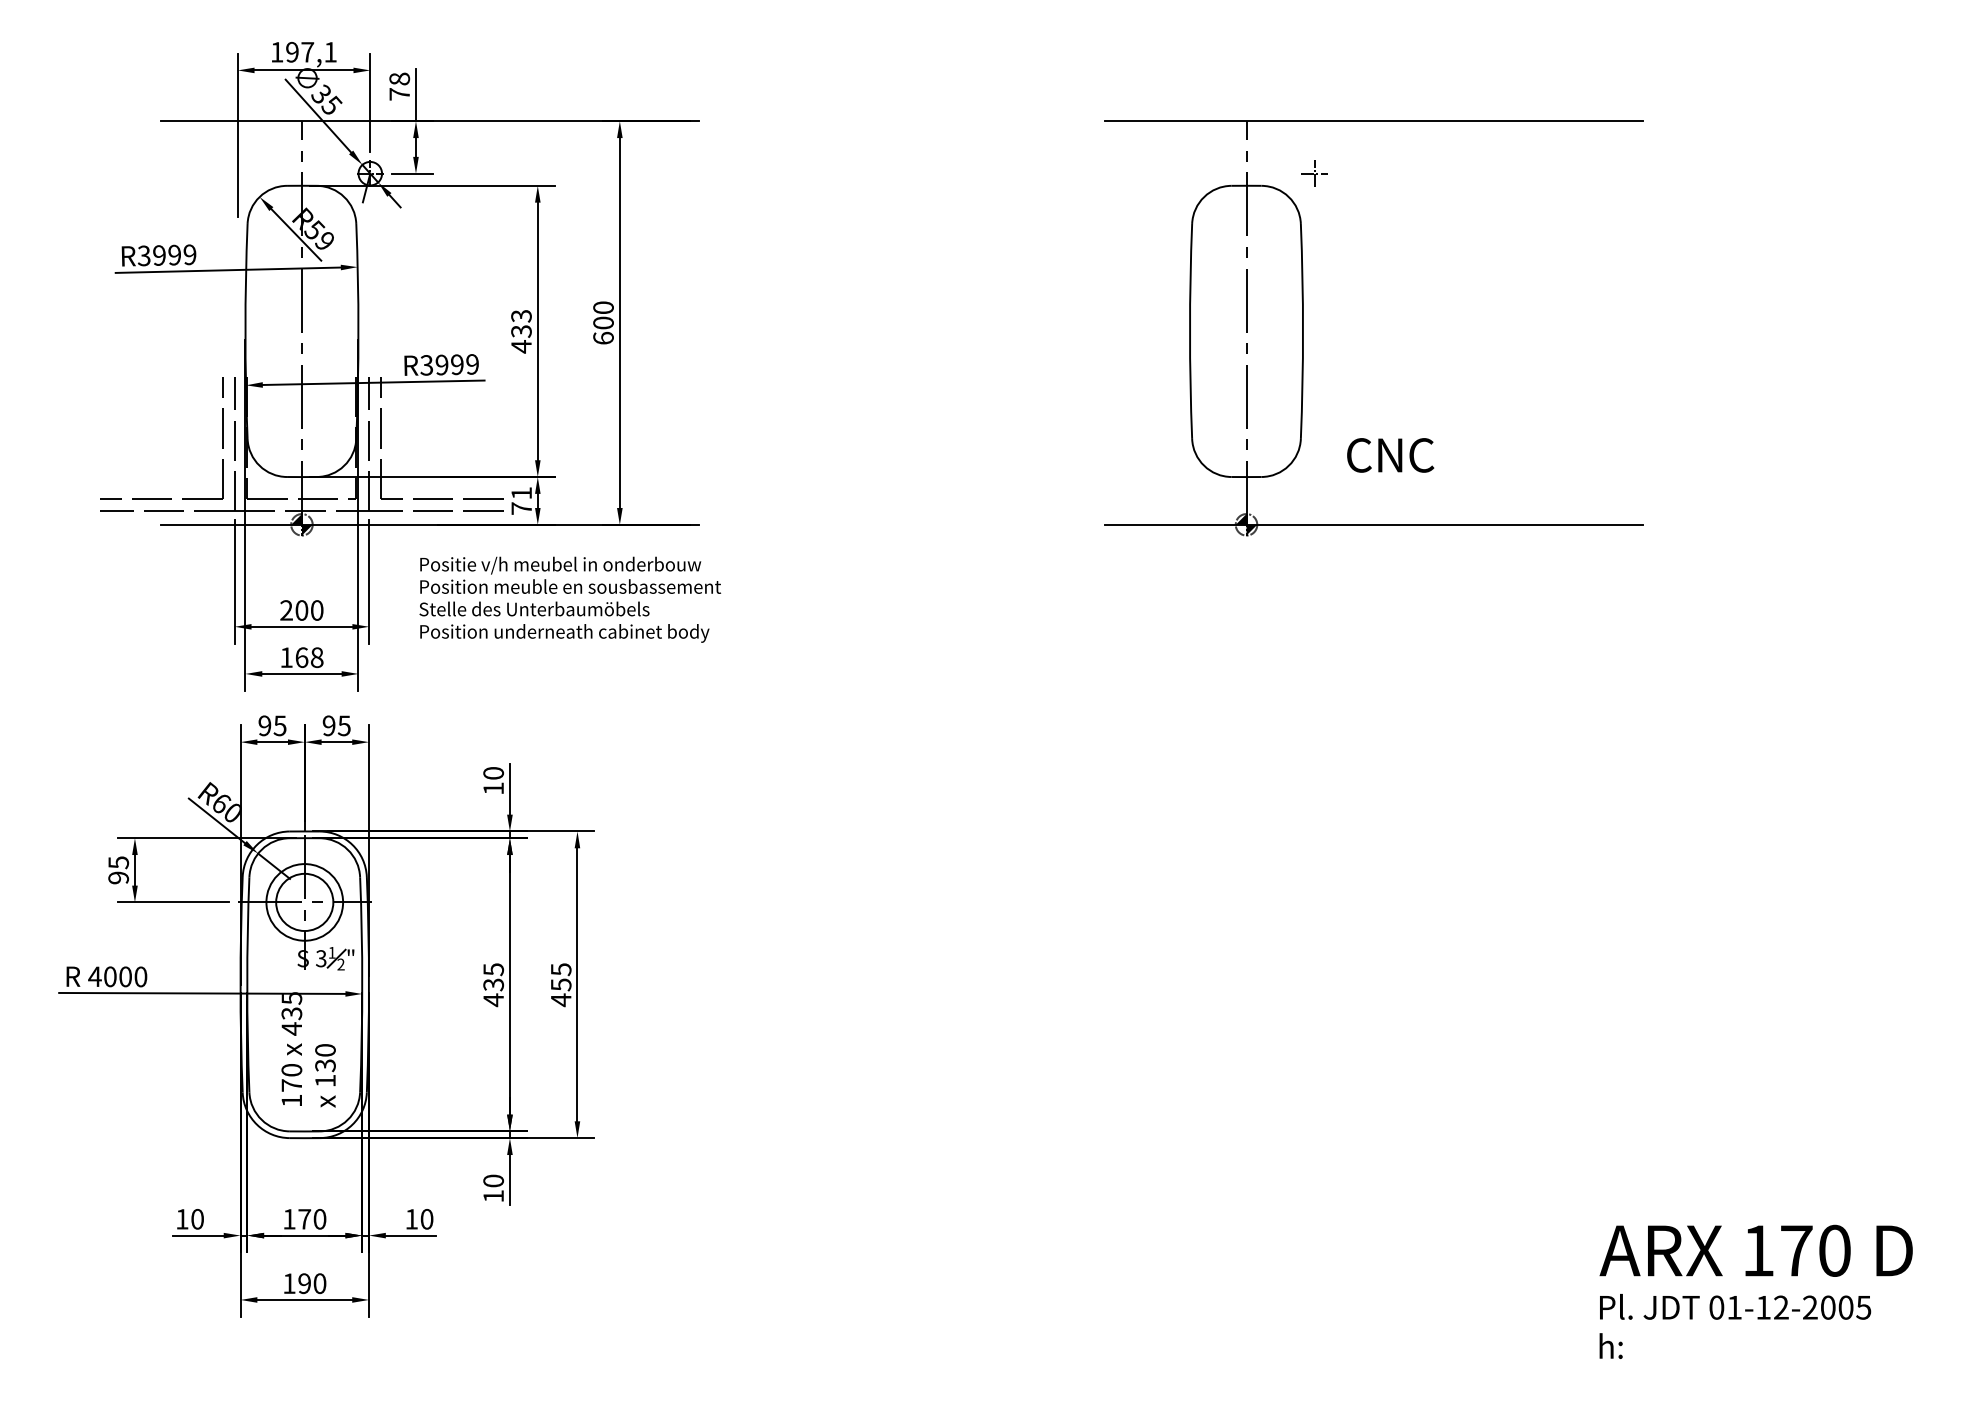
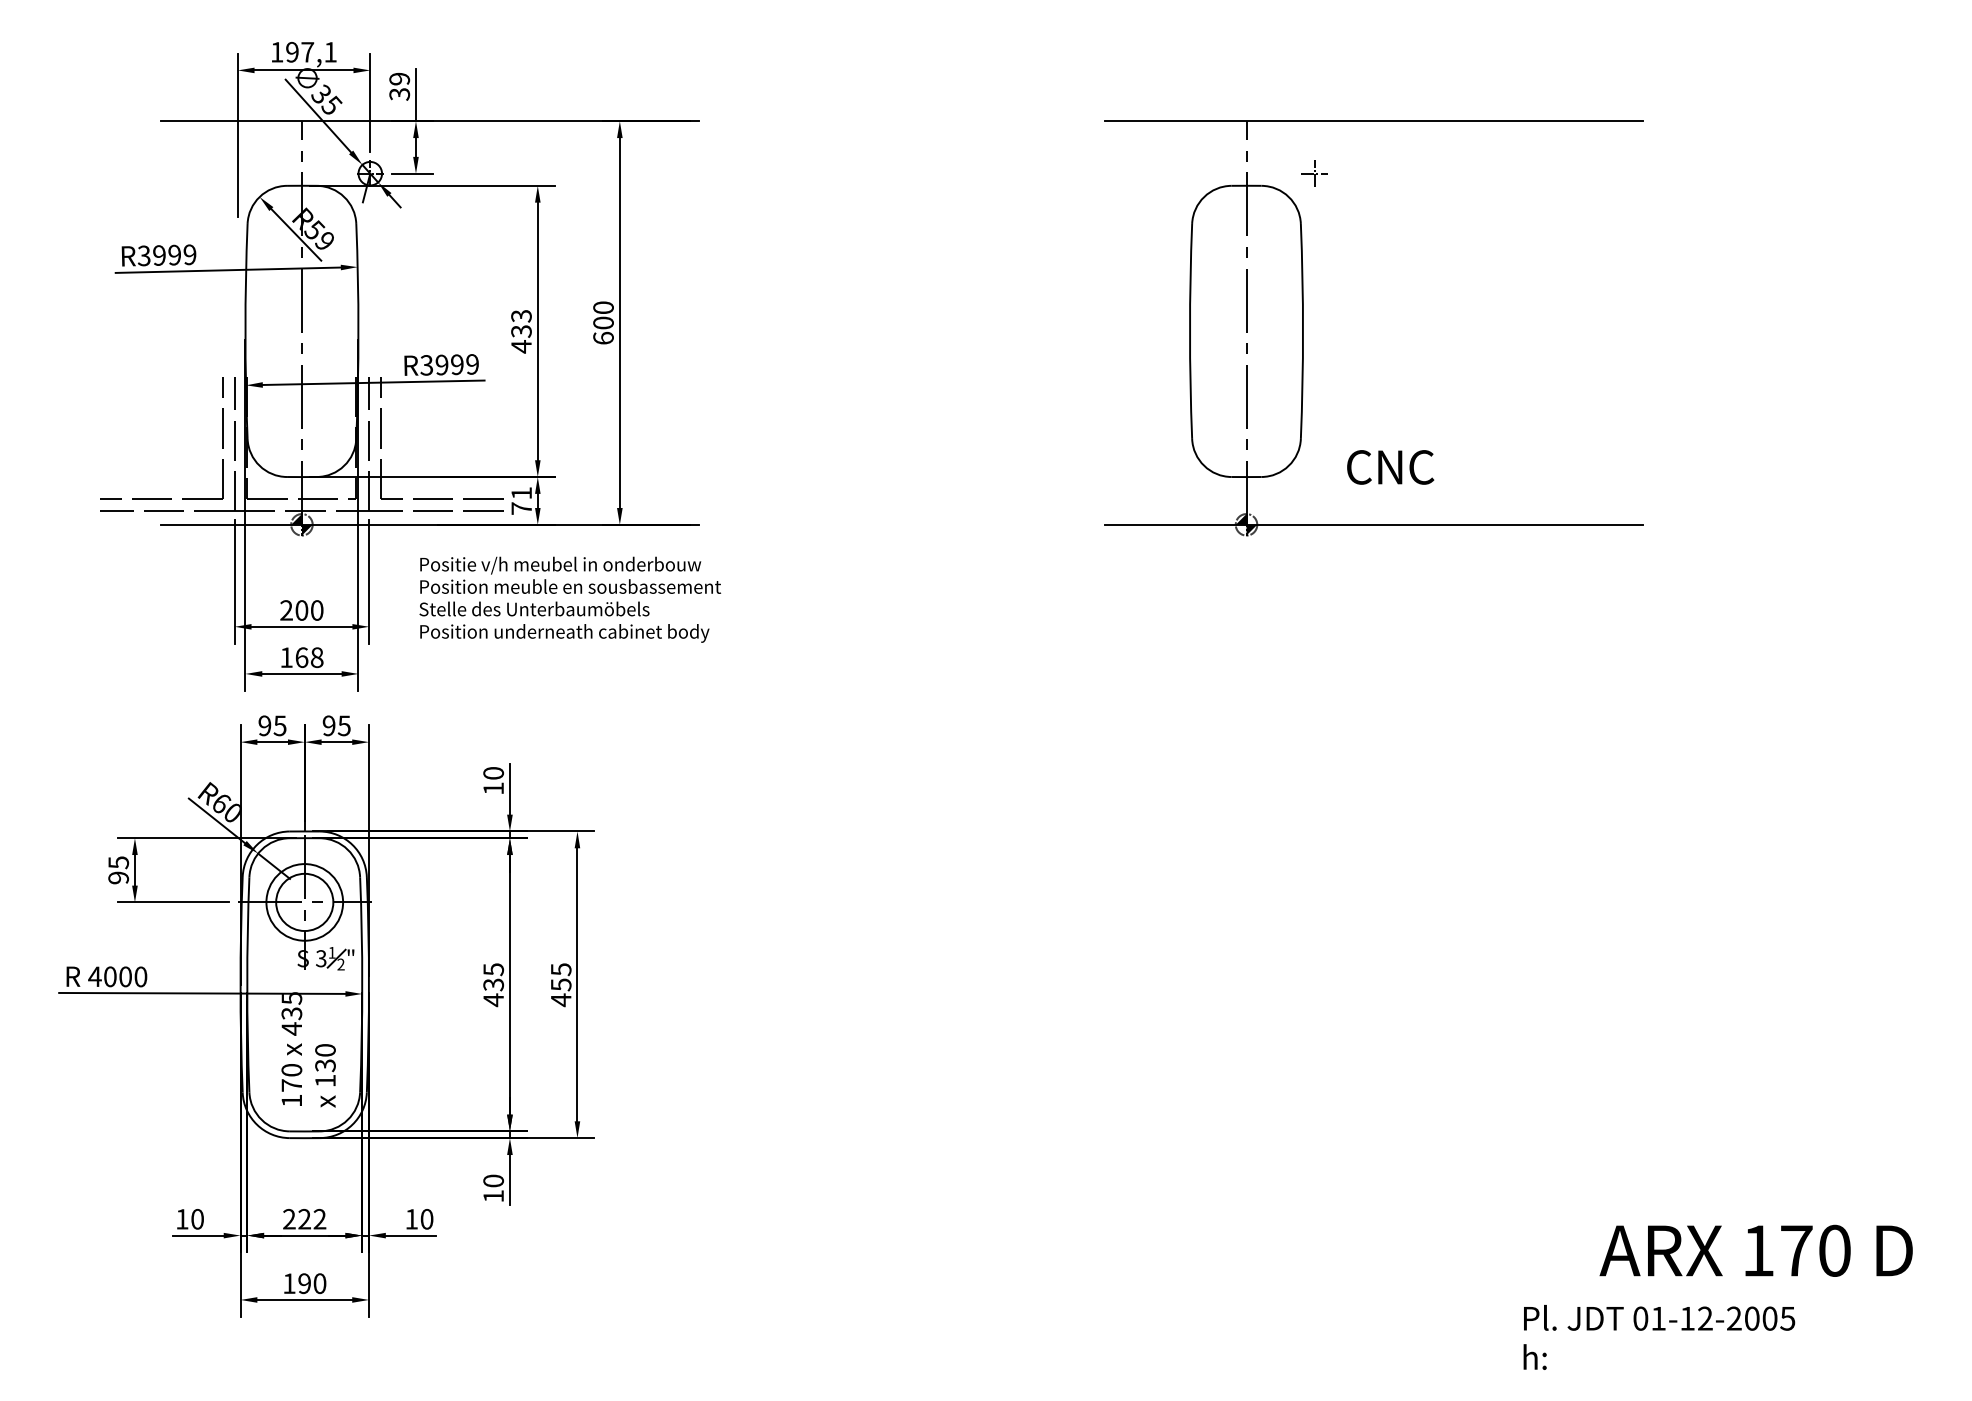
text at (399, 86): 78 -> 39
text at (1390, 455) position: (1390, 455) -> (1390, 467)
text at (304, 1218): 170 -> 222
text at (1735, 1326) position: (1735, 1326) -> (1659, 1337)
